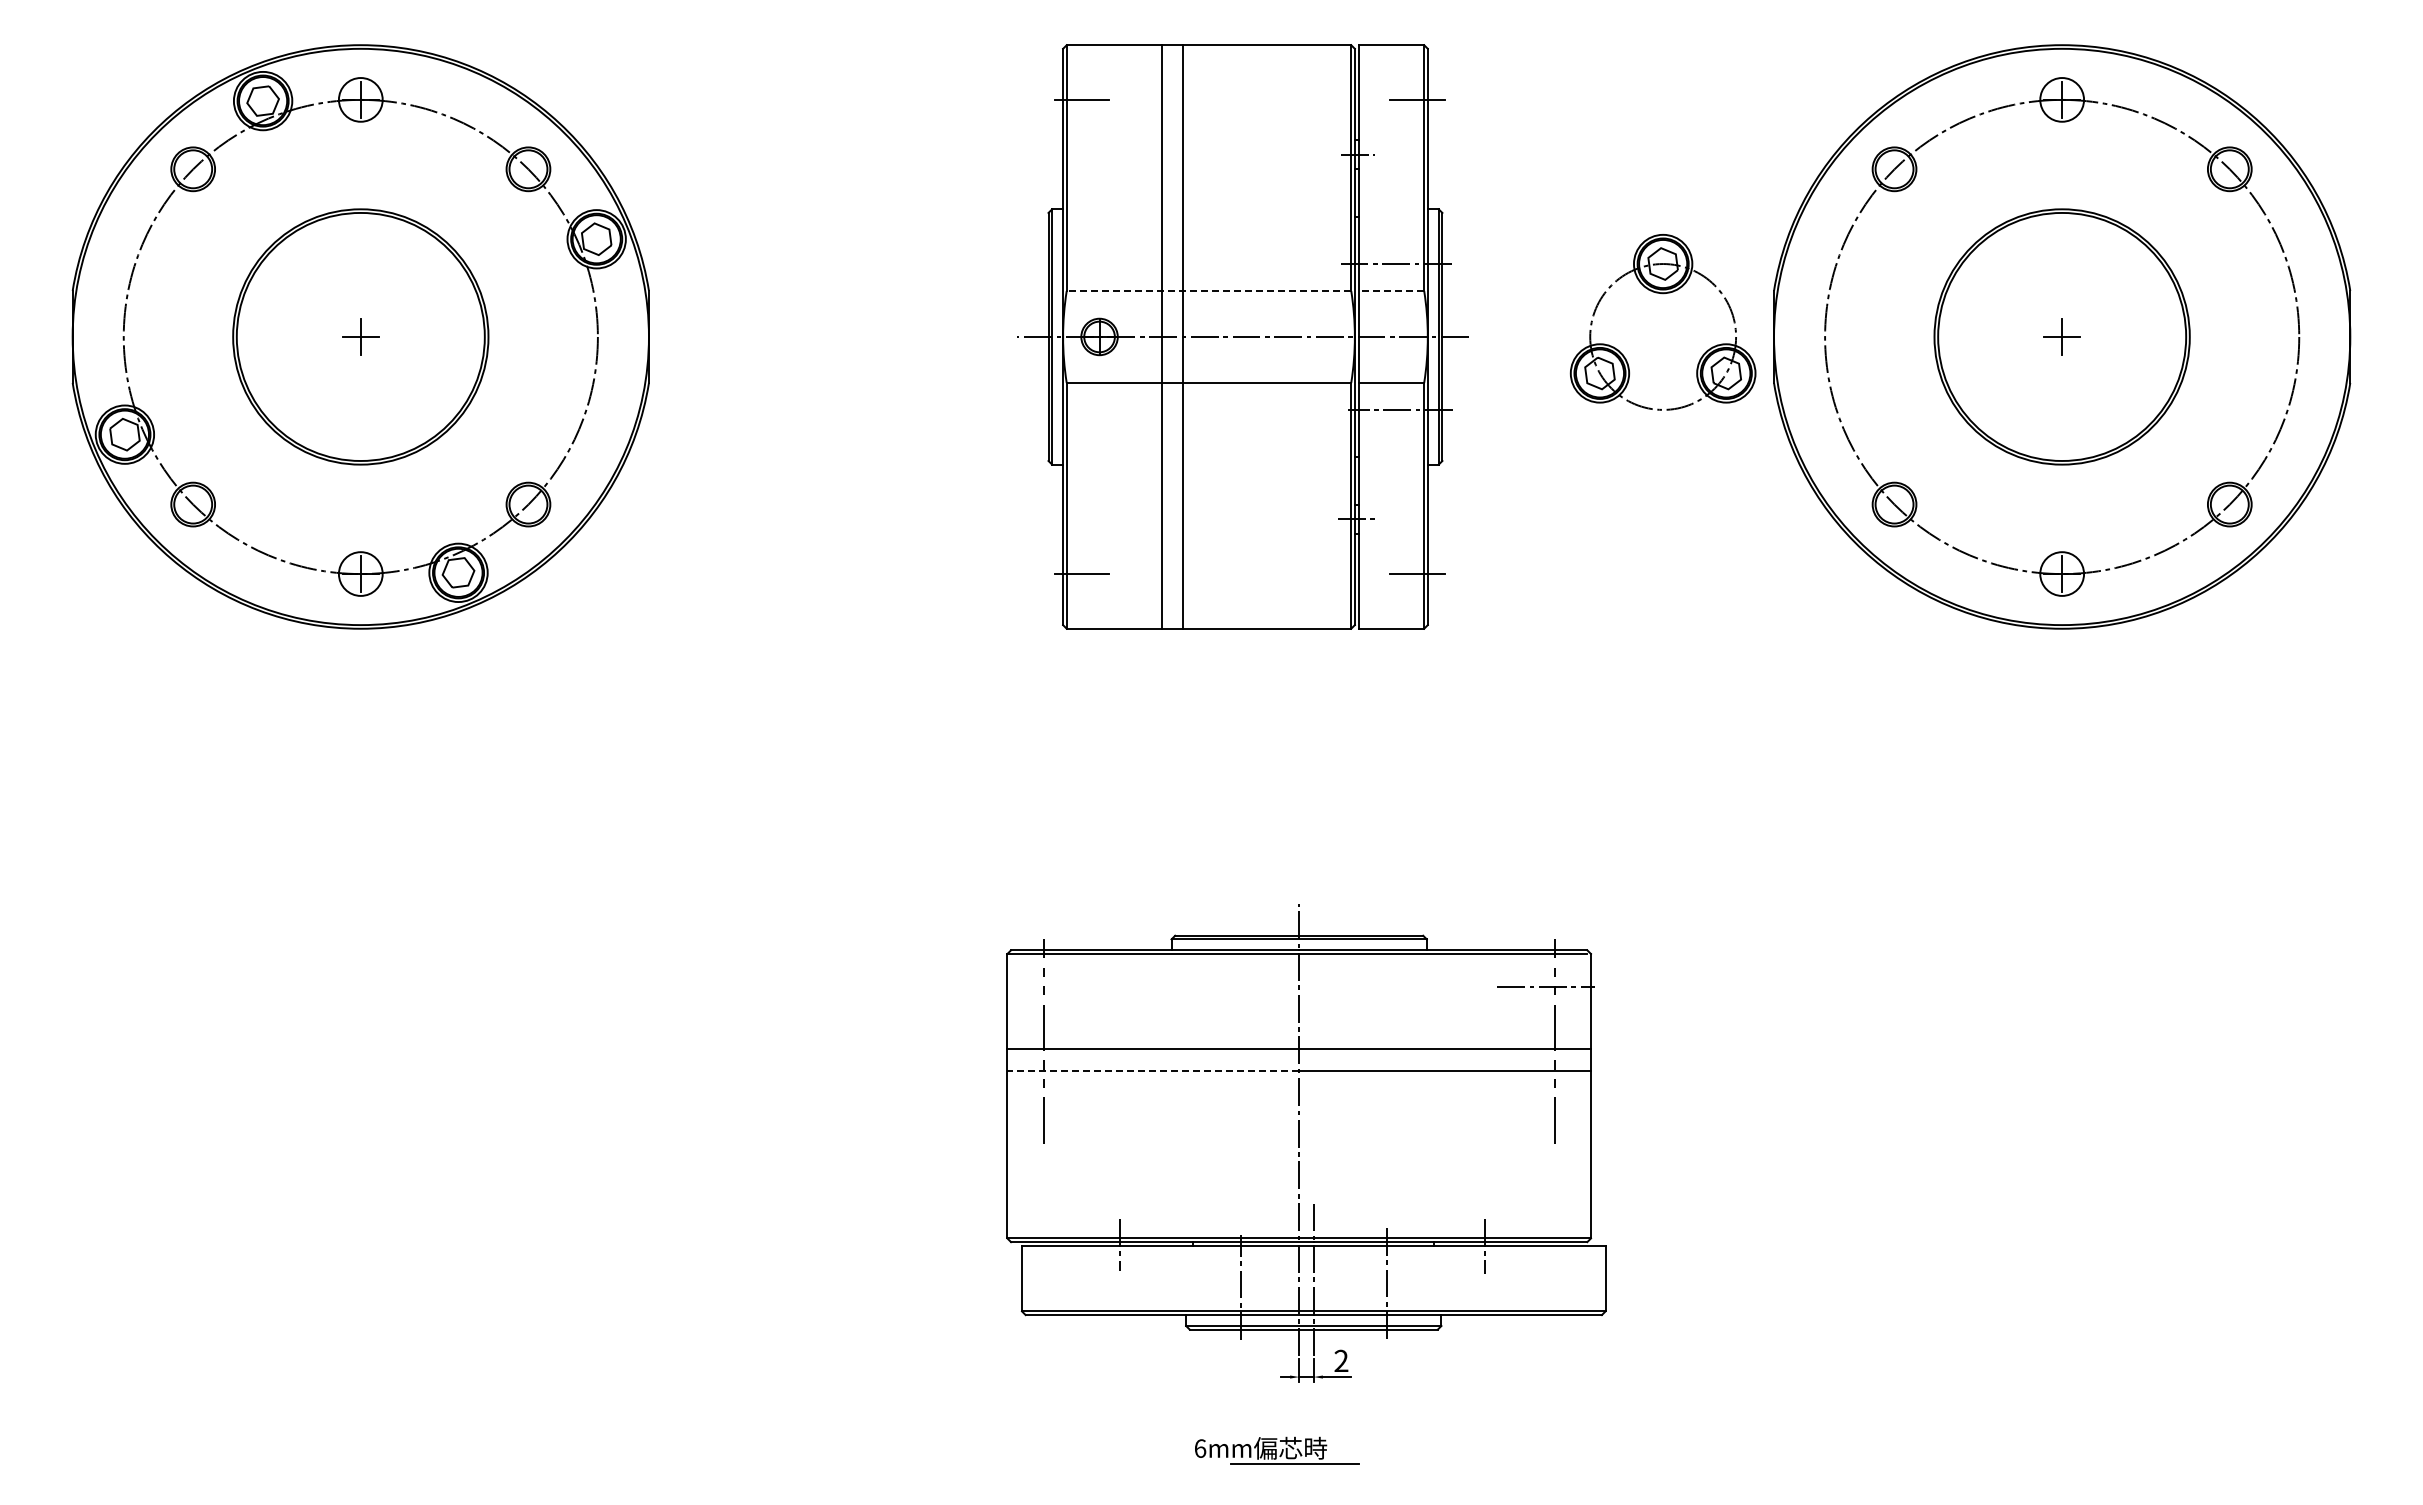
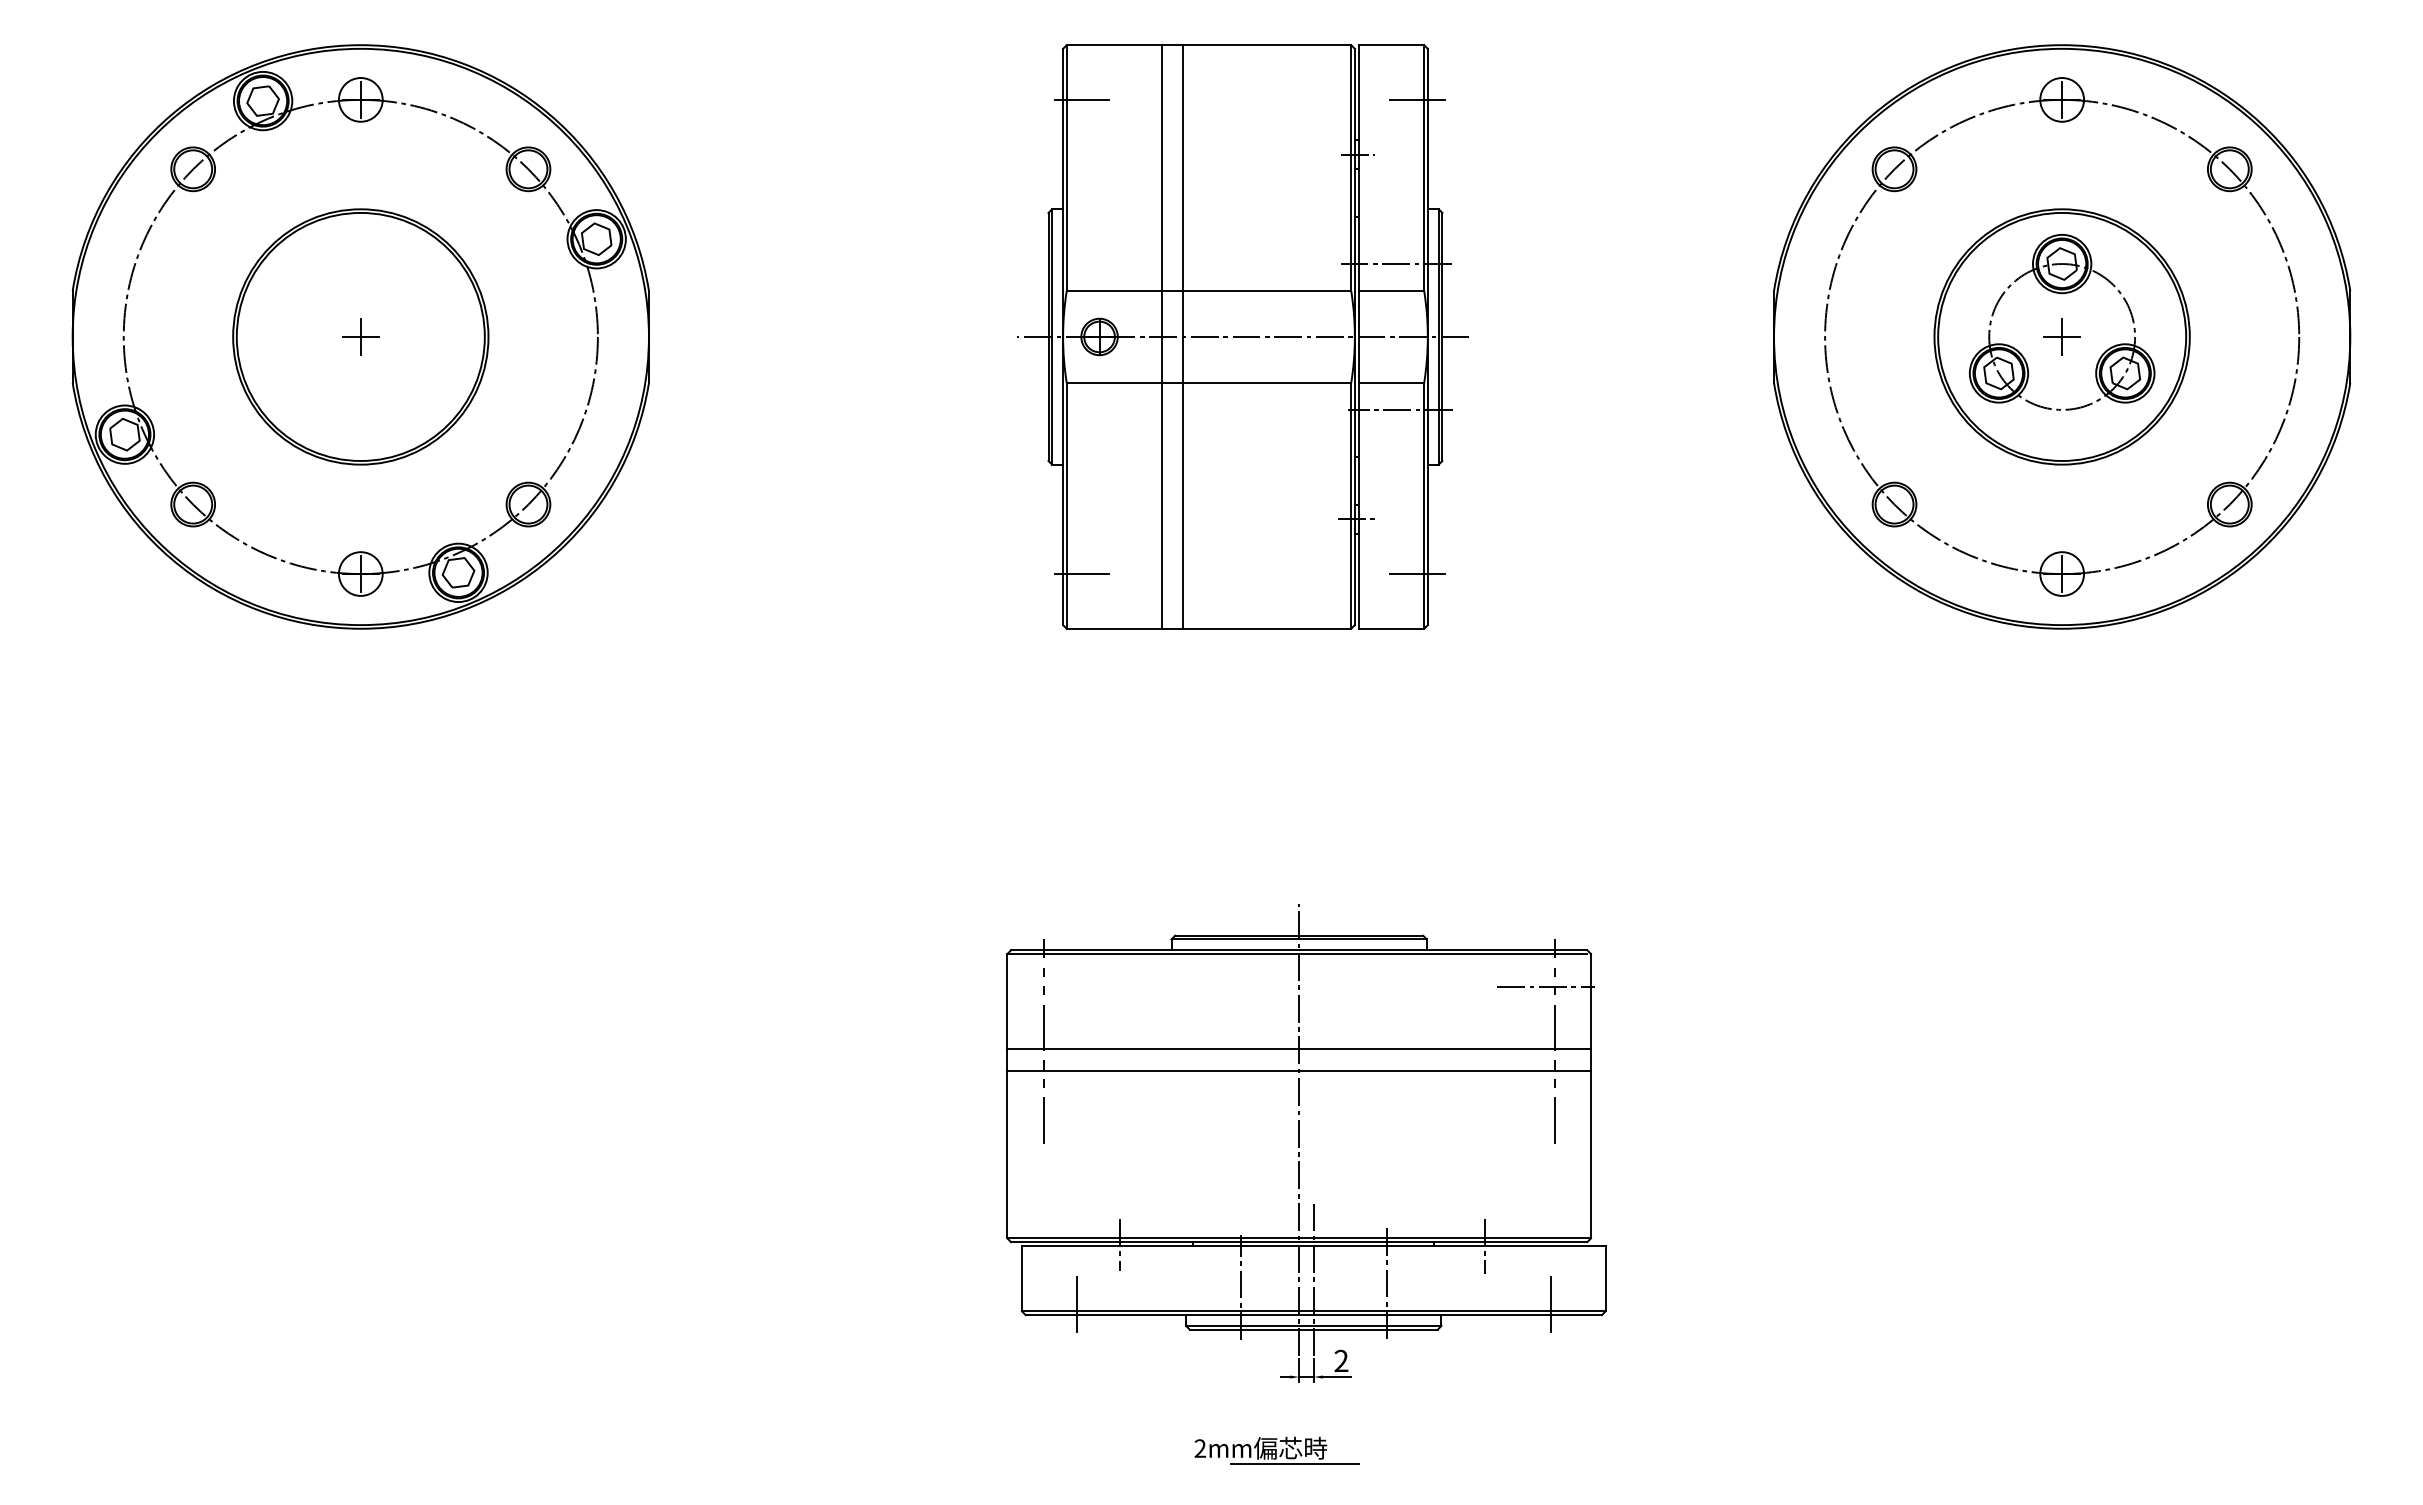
line at (1208, 290): dashed -> solid
line at (1391, 290): dashed -> solid
part at (1662, 294) position: (1662, 294) -> (2061, 294)
line at (1153, 1070): dashed -> solid
line at (1076, 1303): none -> present
line at (1550, 1303): none -> present
text at (1200, 1448): 6mm -> 2mm
